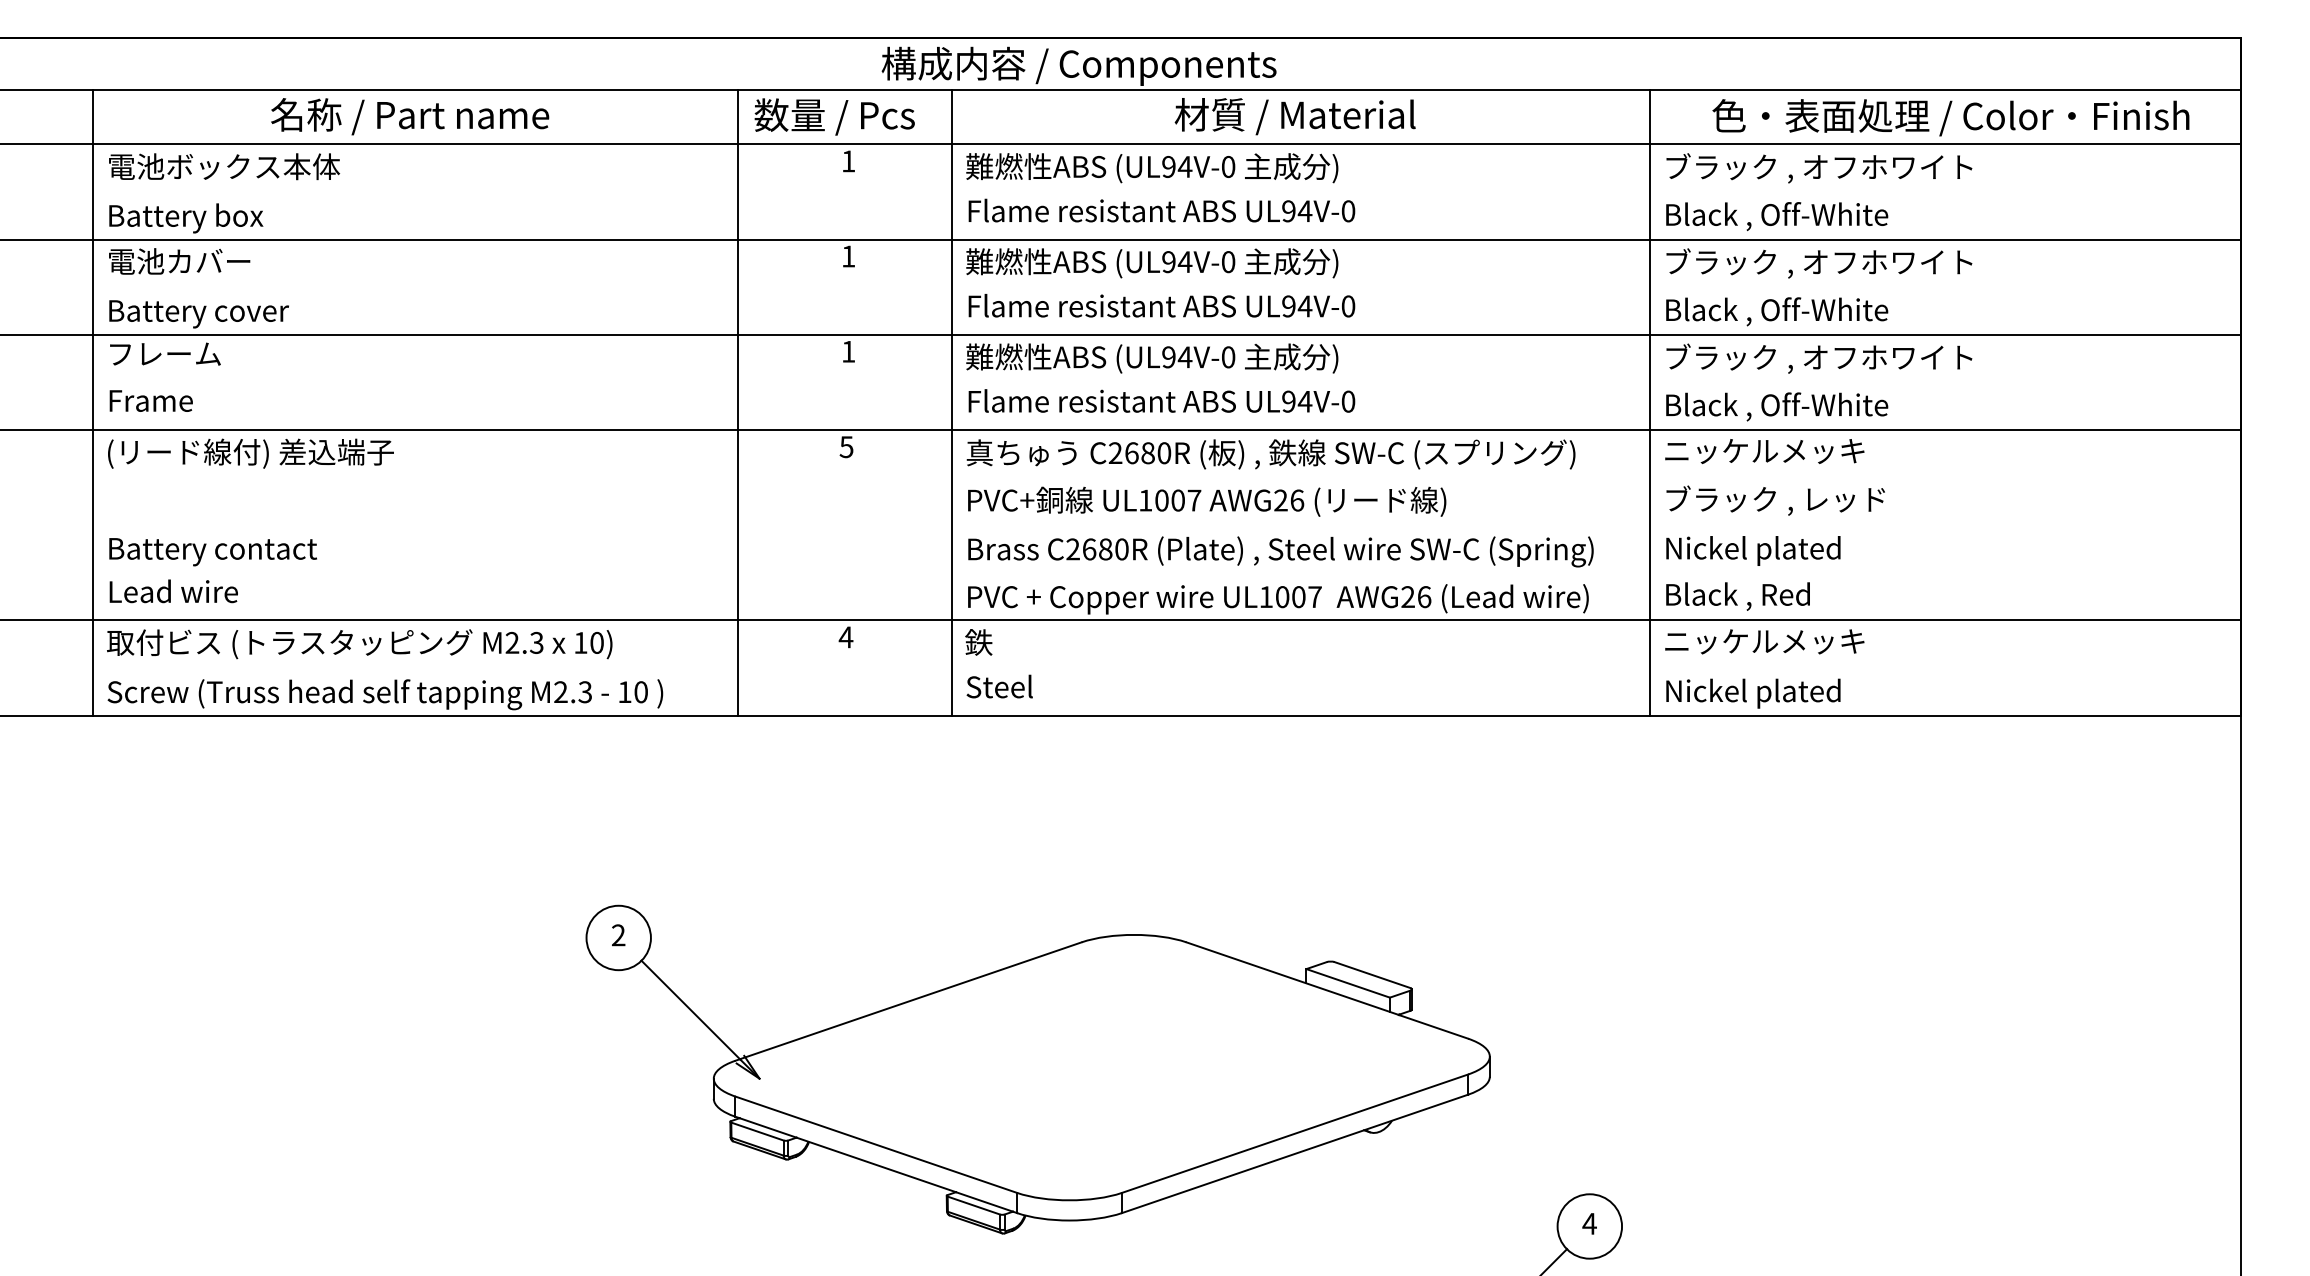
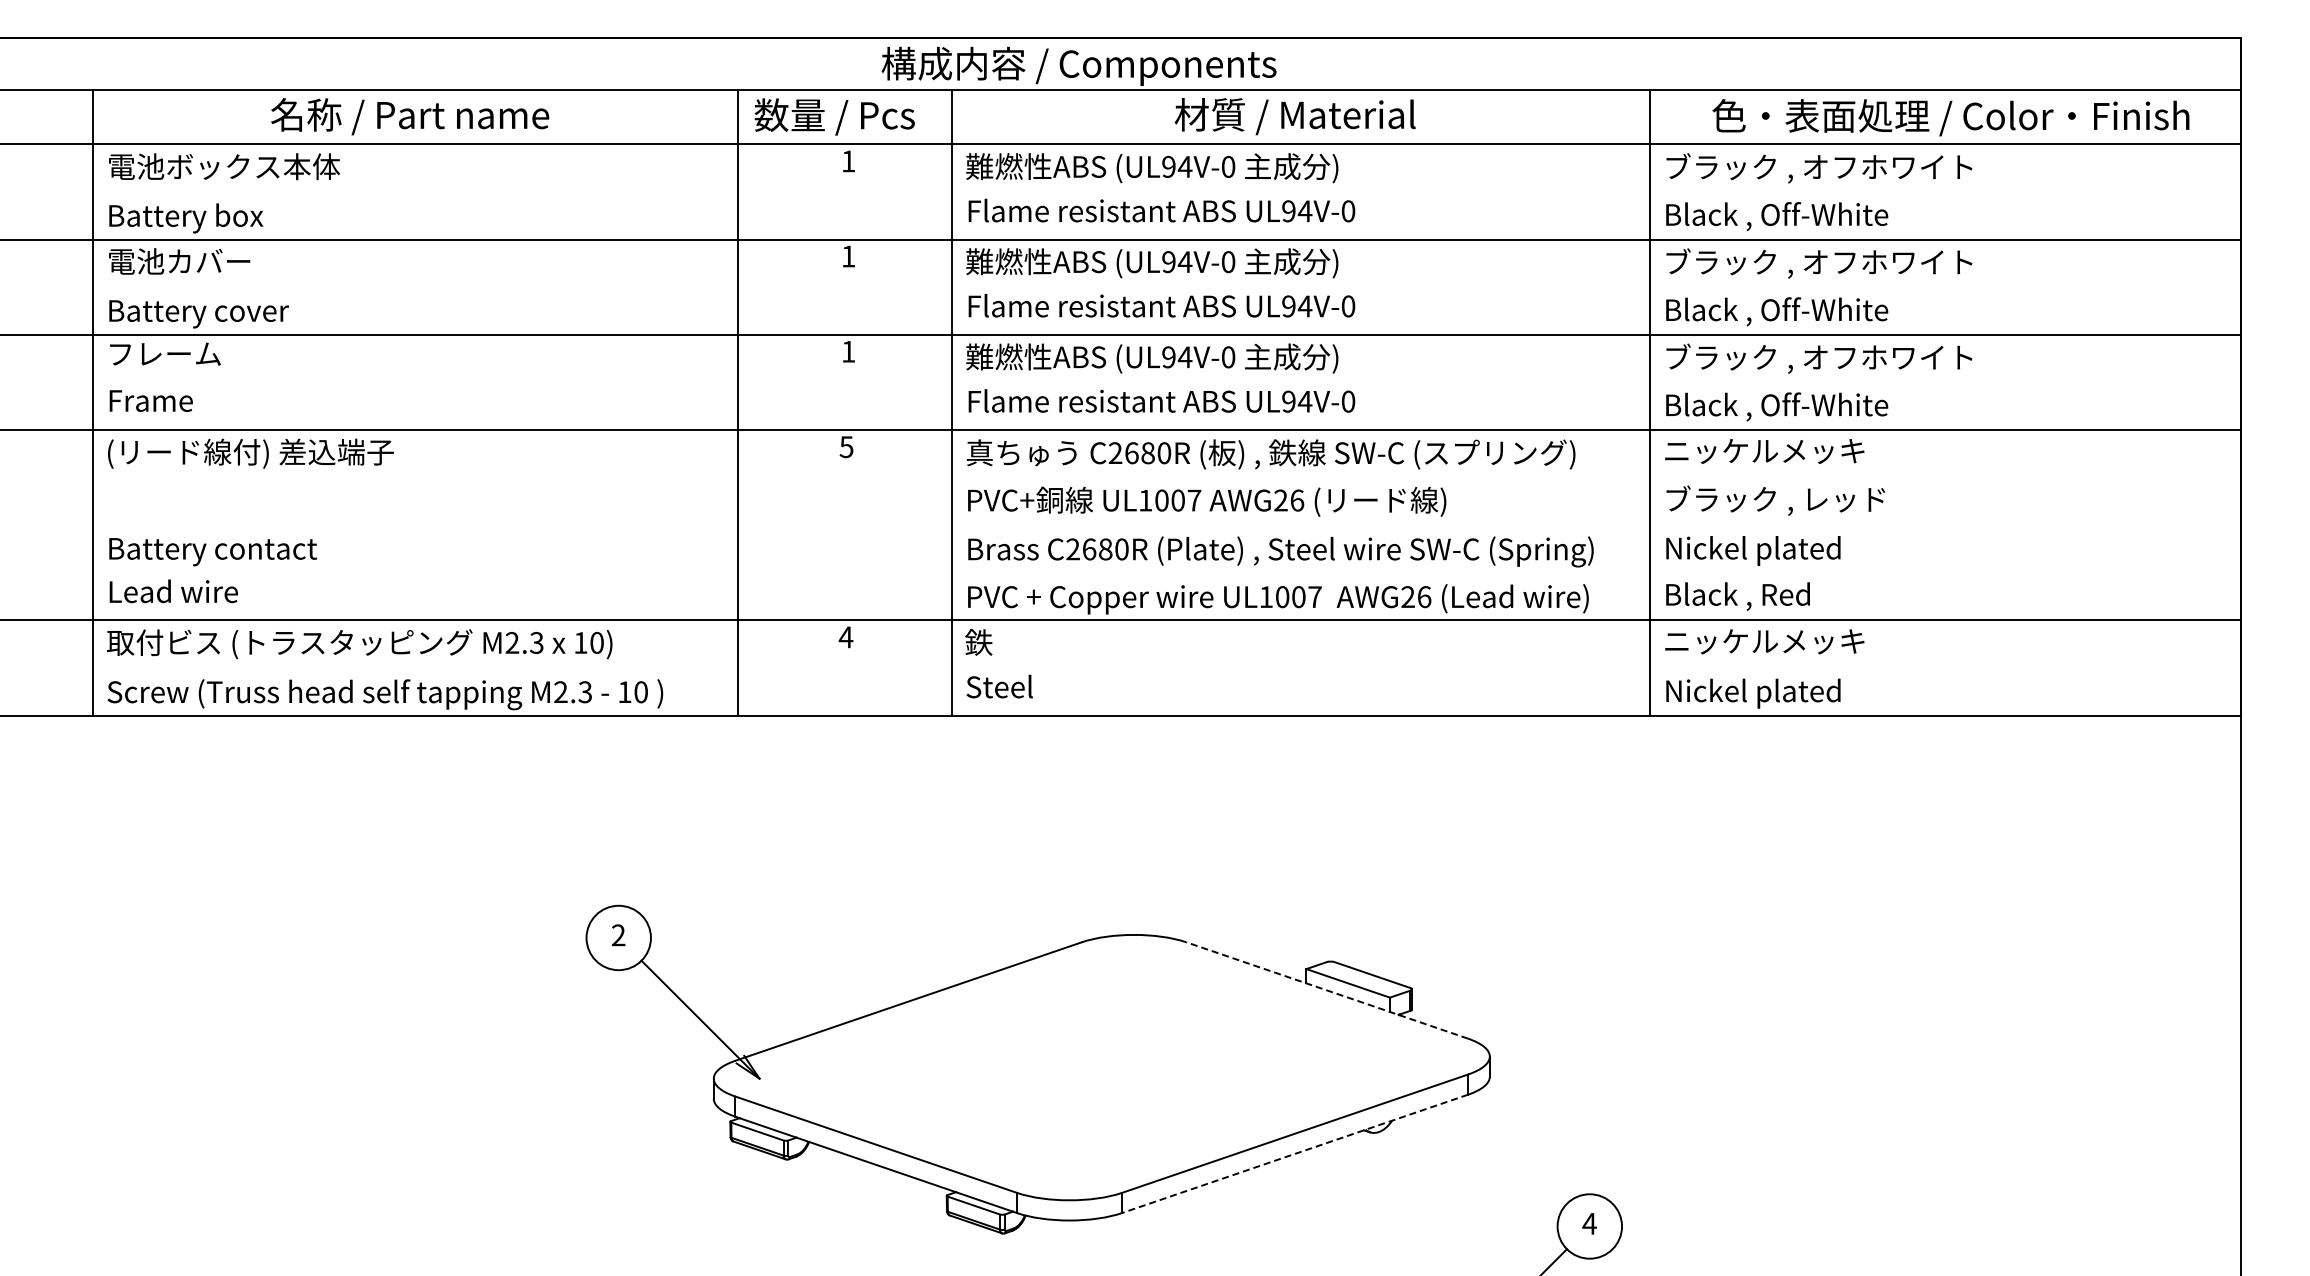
line at (1327, 990): solid -> dashed
line at (1295, 1153): solid -> dashed
